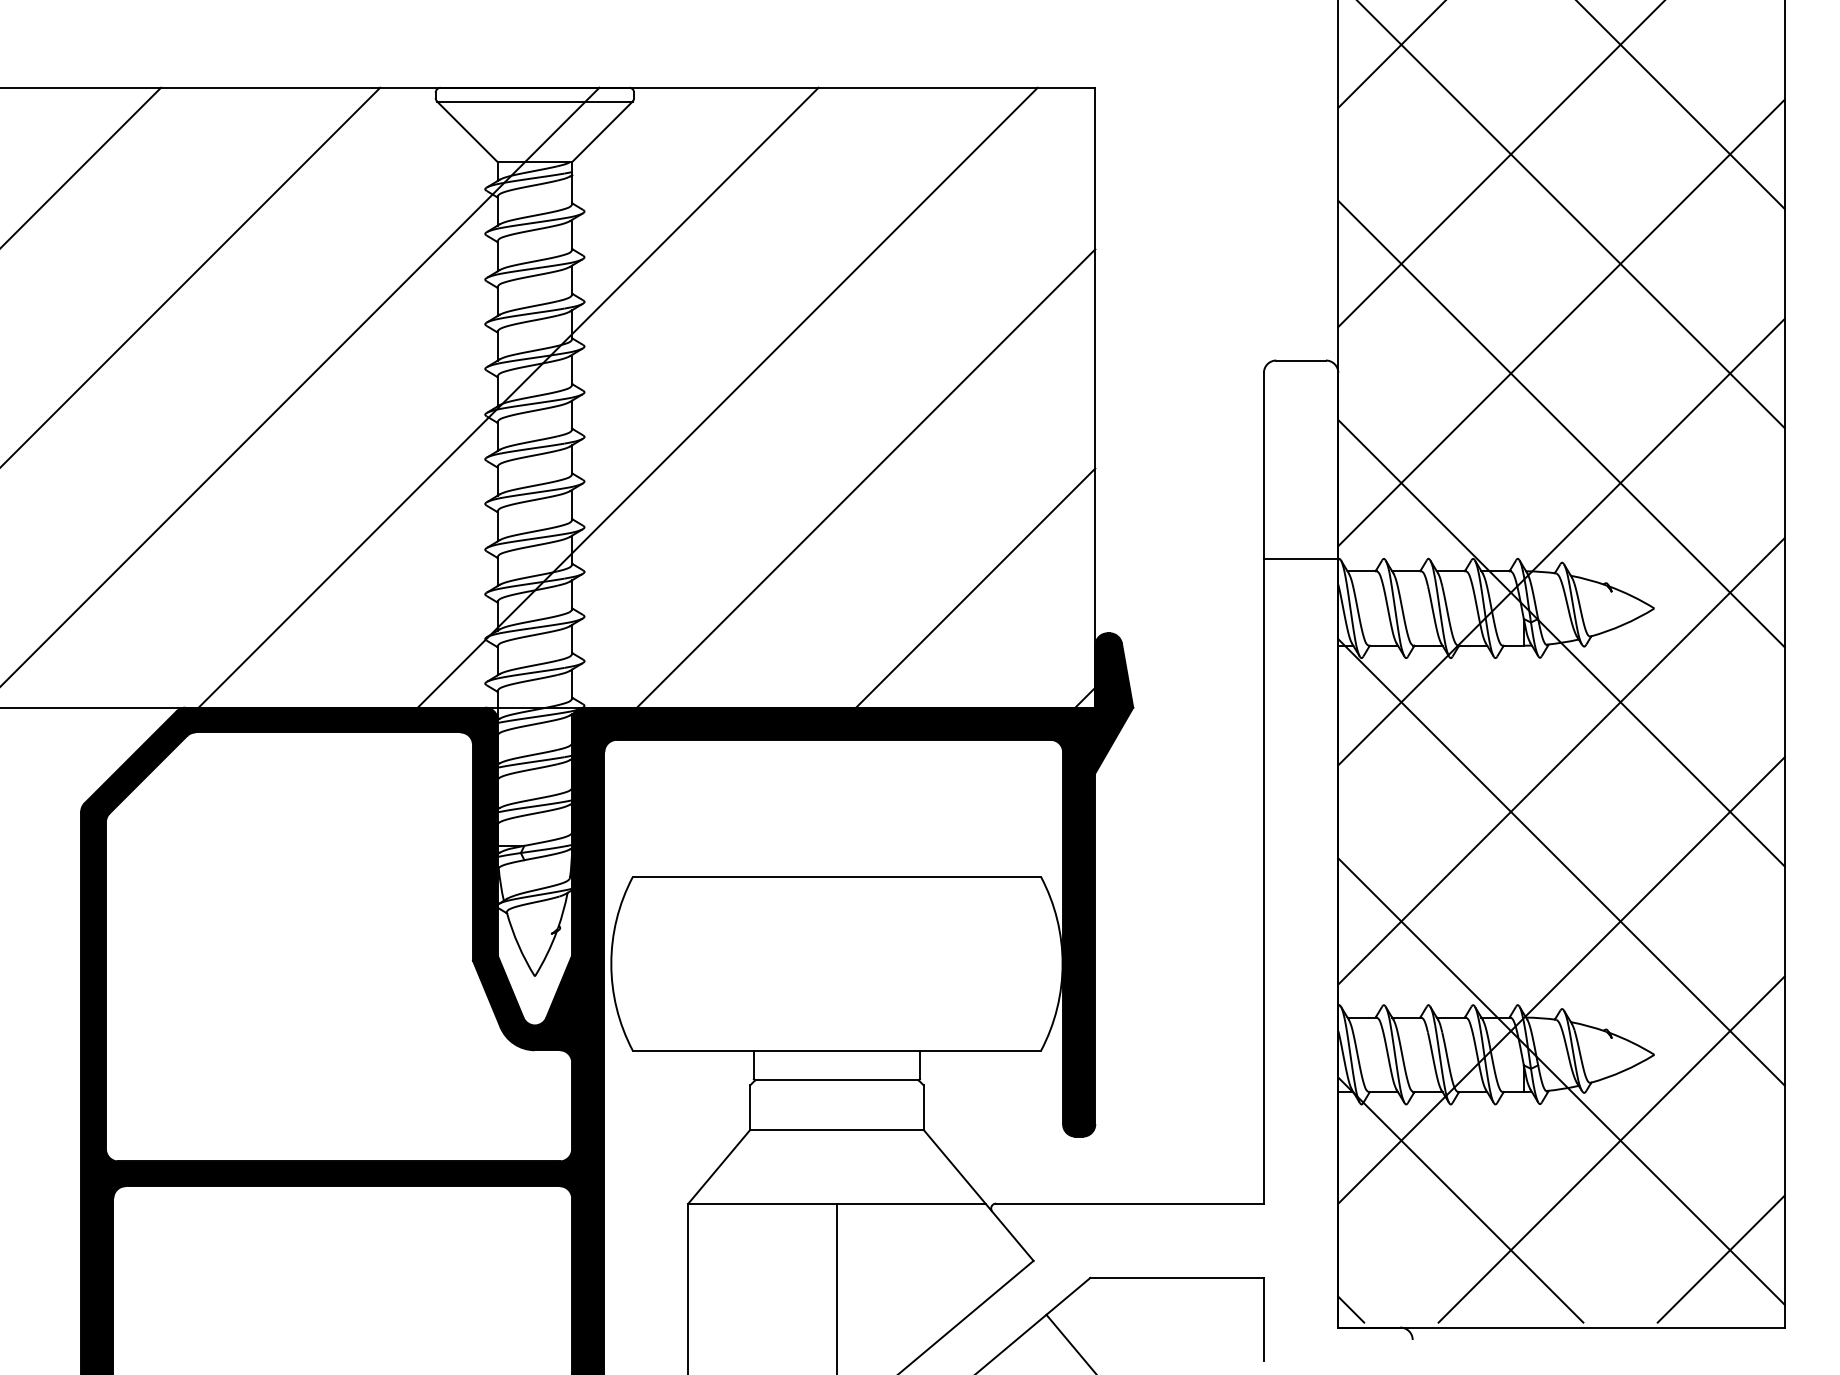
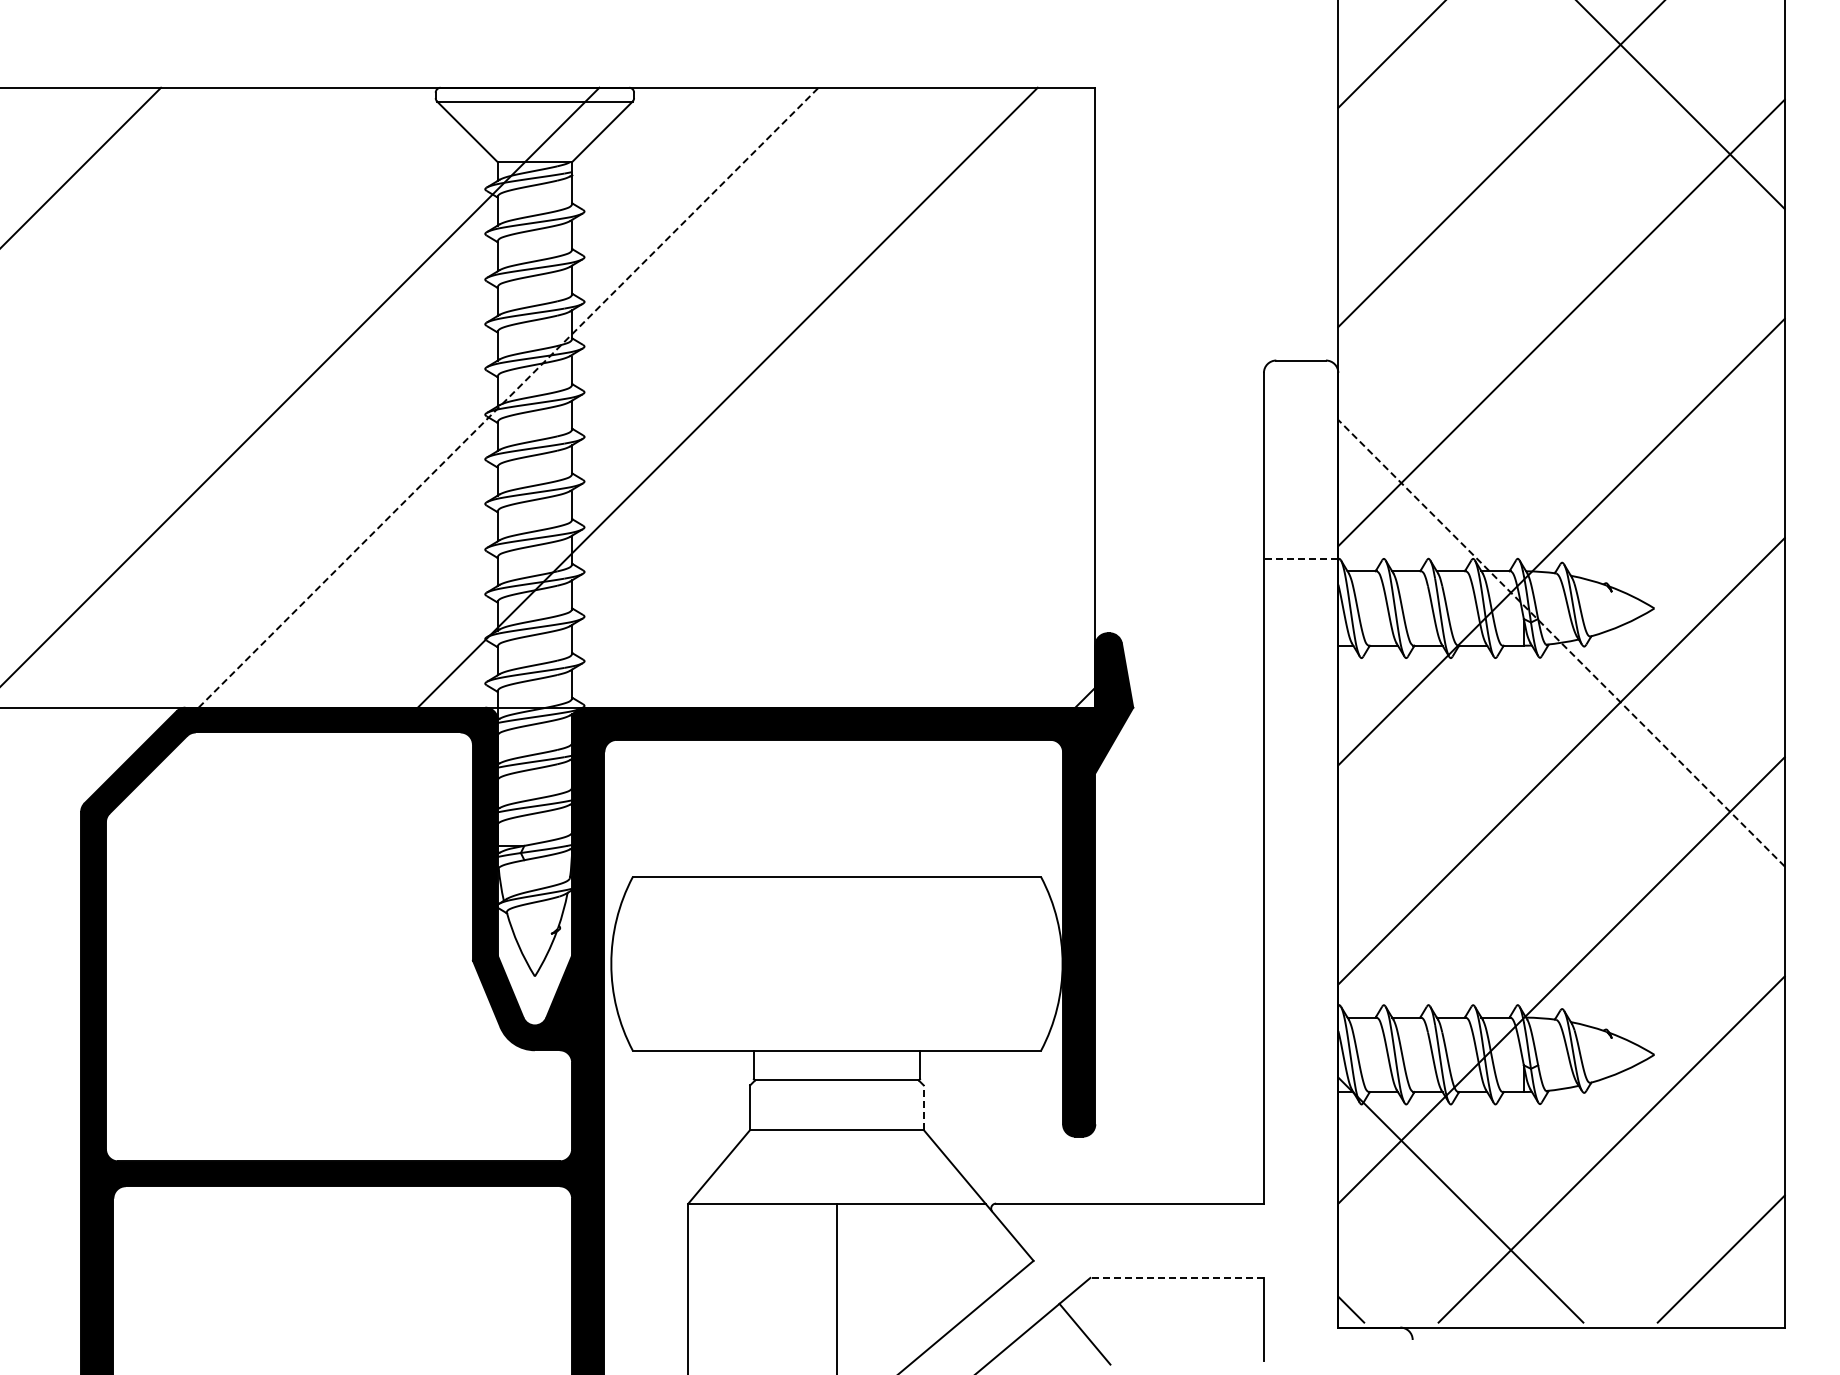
line at (1571, 215): present -> none
line at (191, 276): present -> none
line at (508, 397): solid -> dashed
line at (1561, 423): present -> none
line at (866, 478): present -> none
line at (1300, 558): solid -> dashed
line at (975, 587): present -> none
line at (1561, 643): solid -> dashed
line at (1561, 862): present -> none
line at (1561, 1081): present -> none
line at (923, 1107): solid -> dashed
line at (1177, 1277): solid -> dashed
line at (1070, 1342) position: (1070, 1342) -> (1084, 1333)
